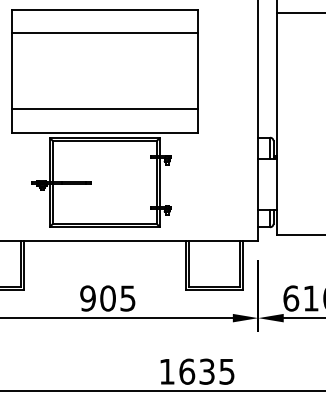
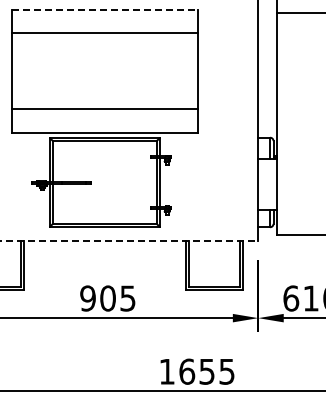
line at (105, 9): solid -> dashed
line at (129, 240): solid -> dashed
text at (207, 371): 1635 -> 1655
